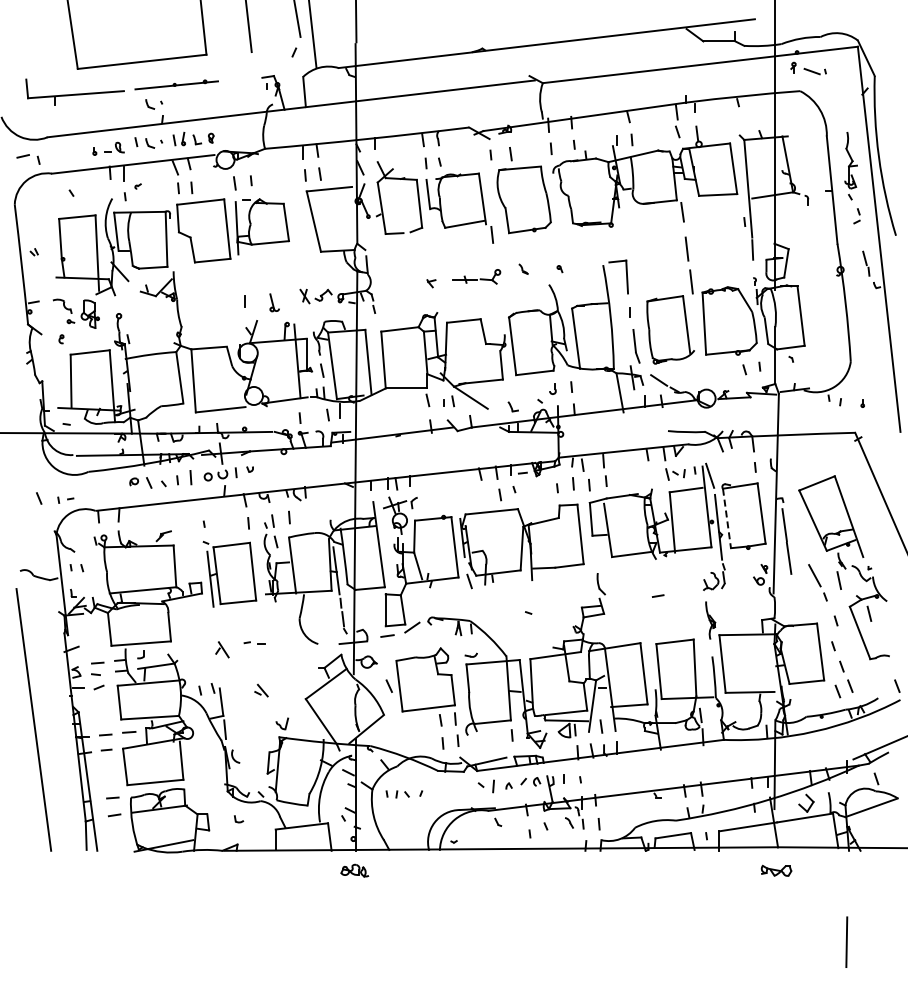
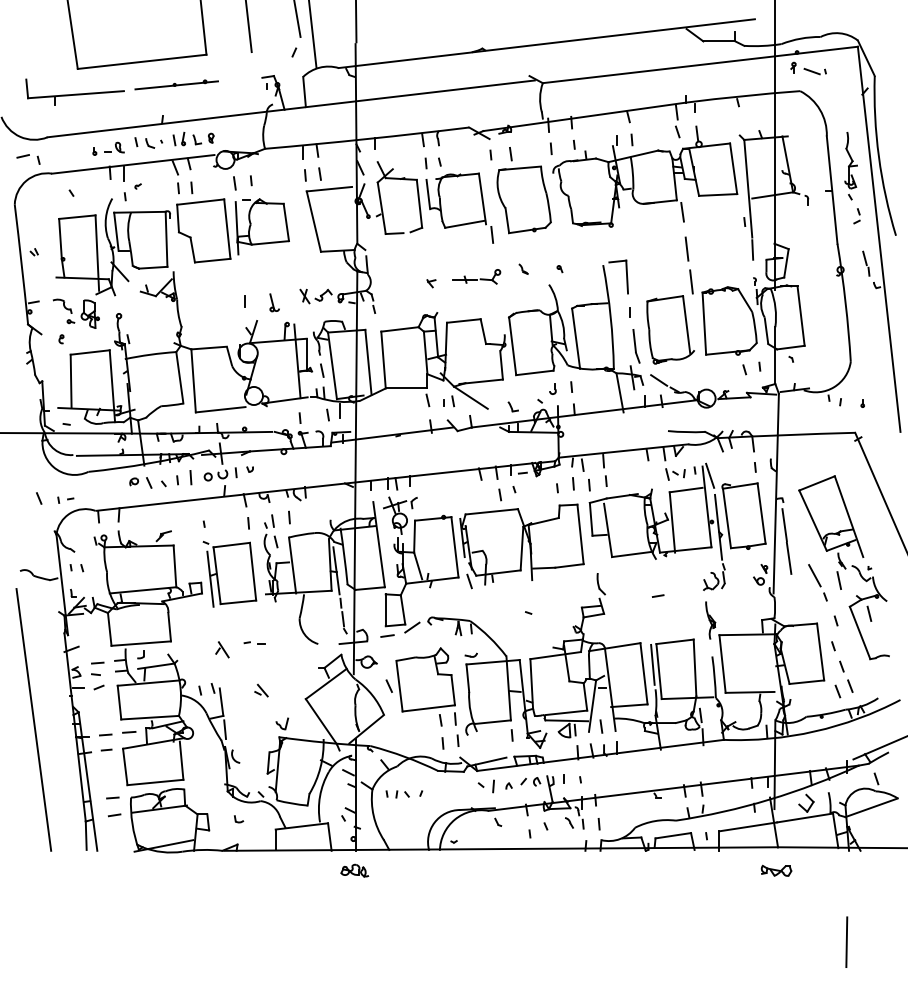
part at (154, 104): present -> none
line at (726, 518): dashed -> solid
line at (652, 664): none -> present
line at (897, 685): present -> none
